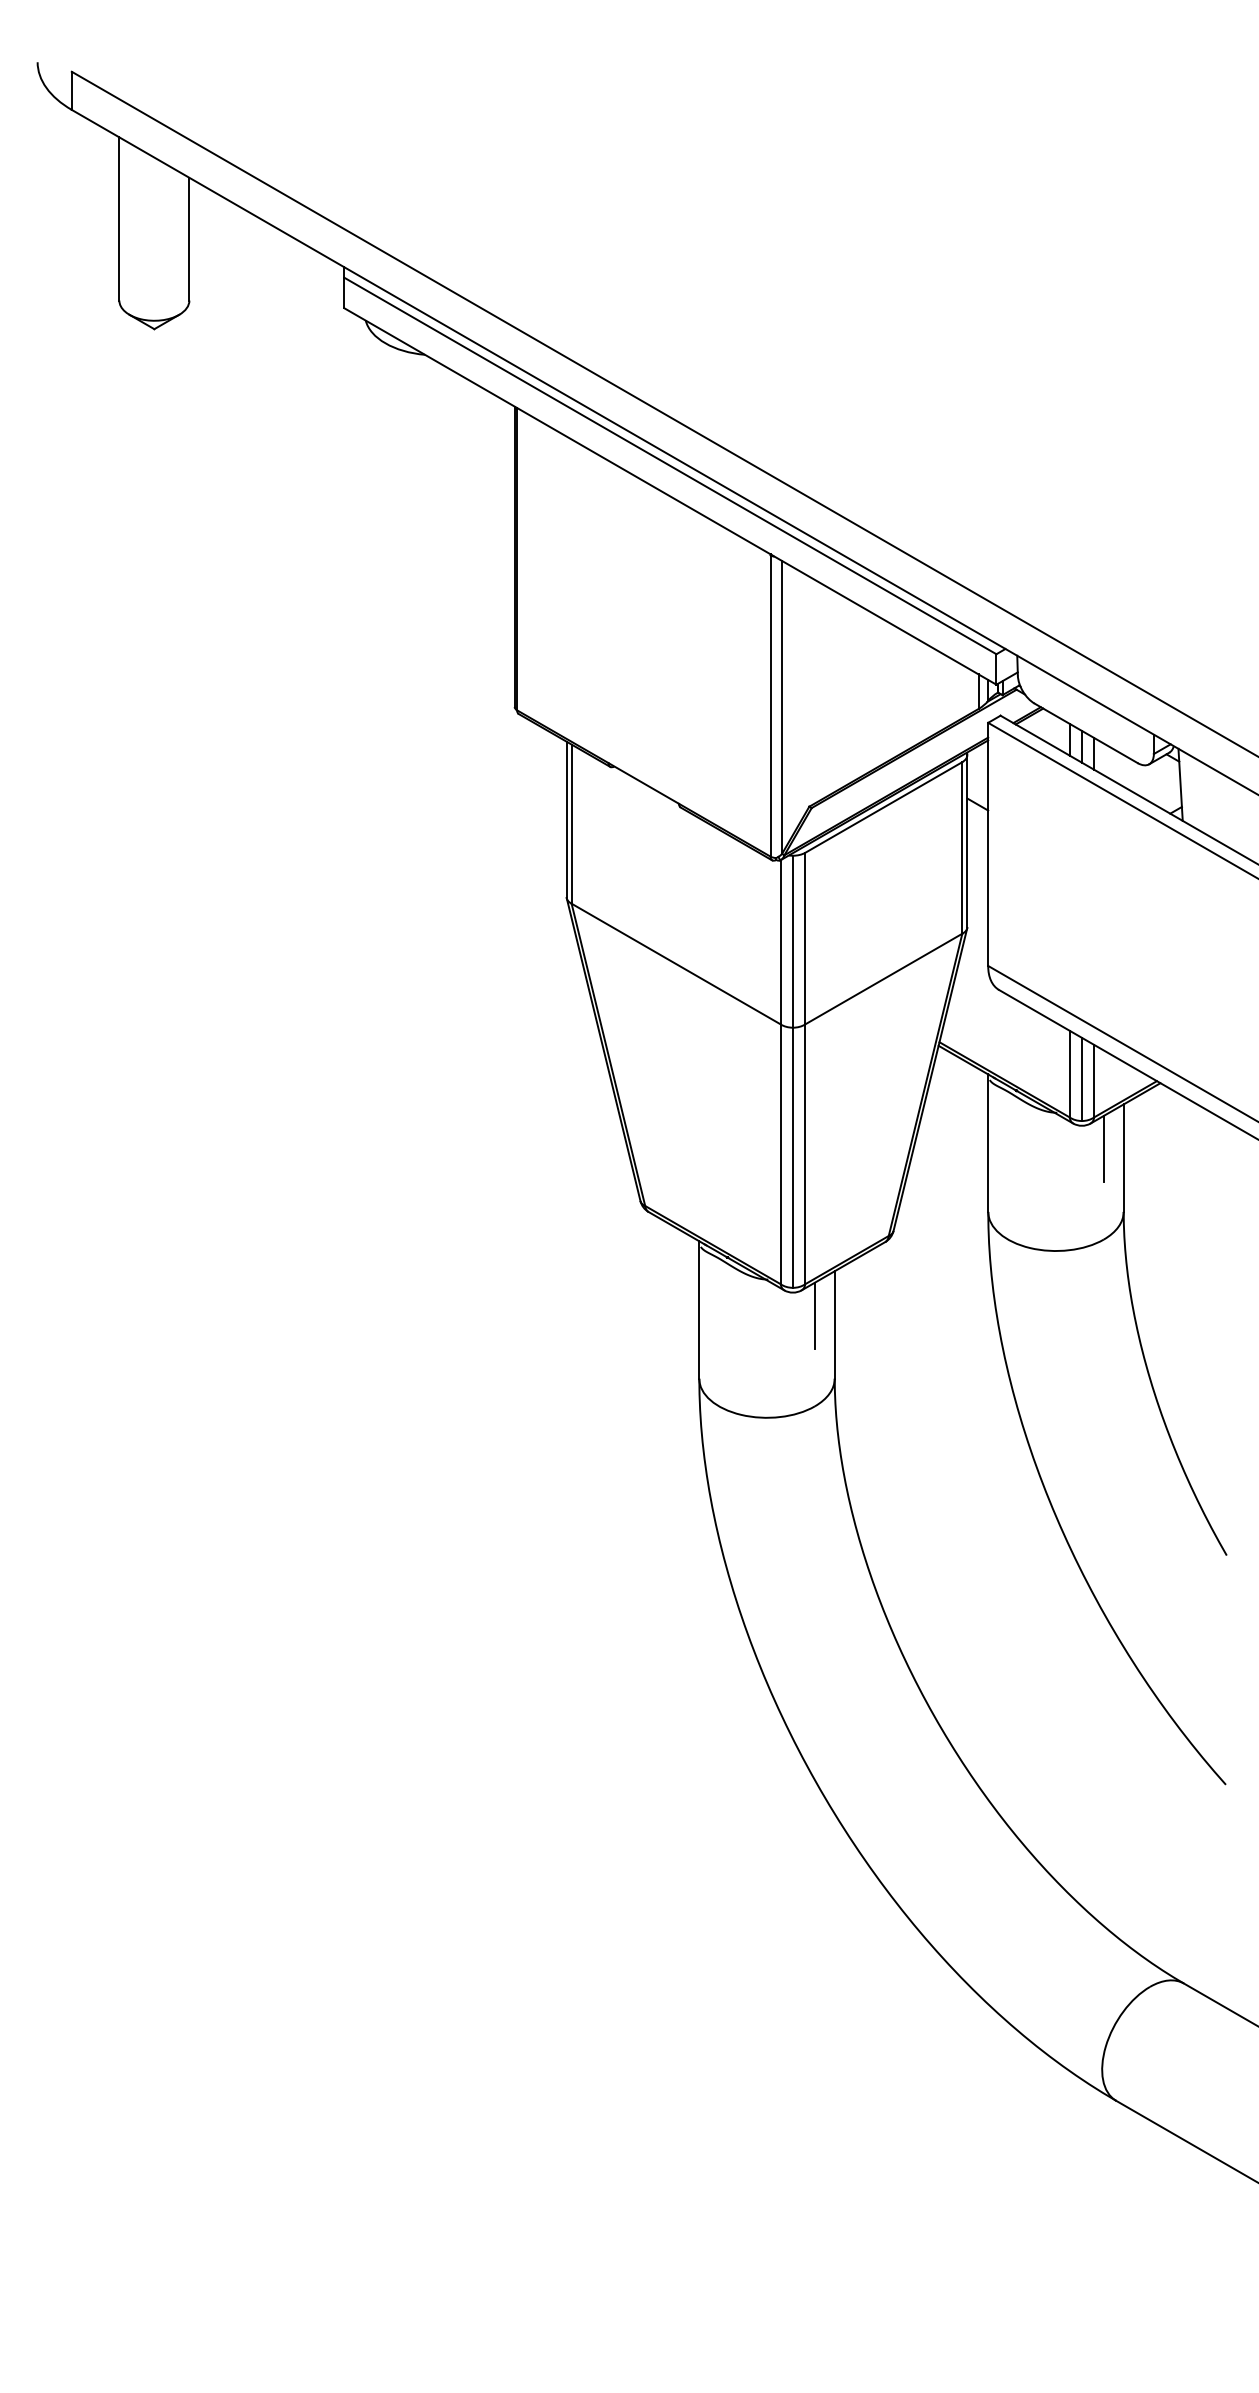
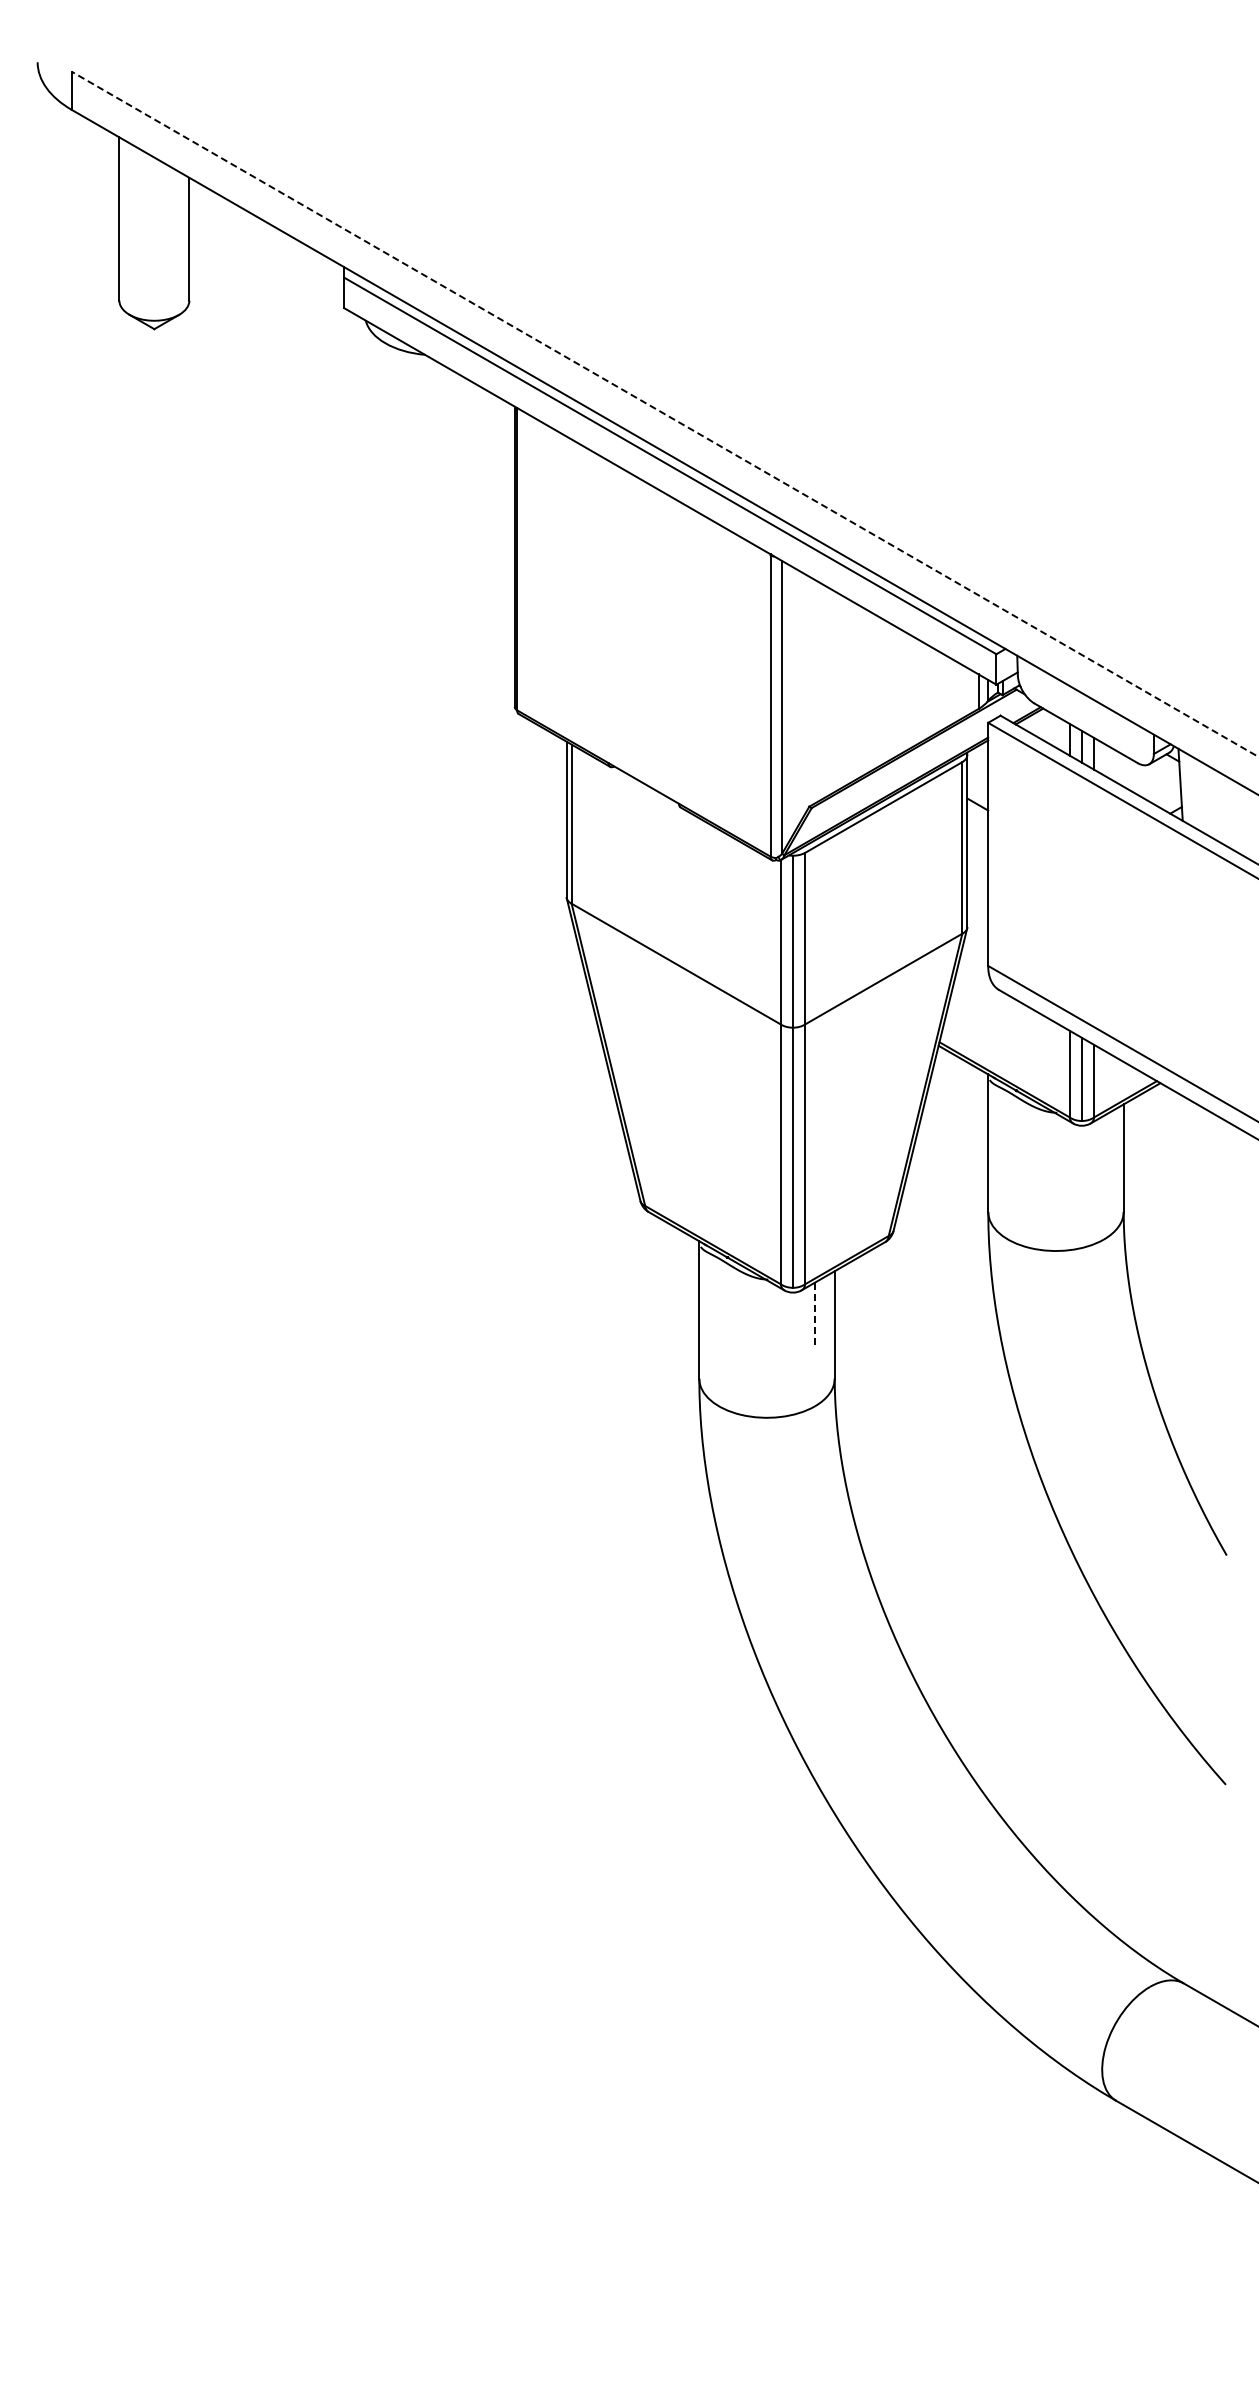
line at (664, 414): solid -> dashed
line at (1103, 1148): present -> none
line at (814, 1316): solid -> dashed
